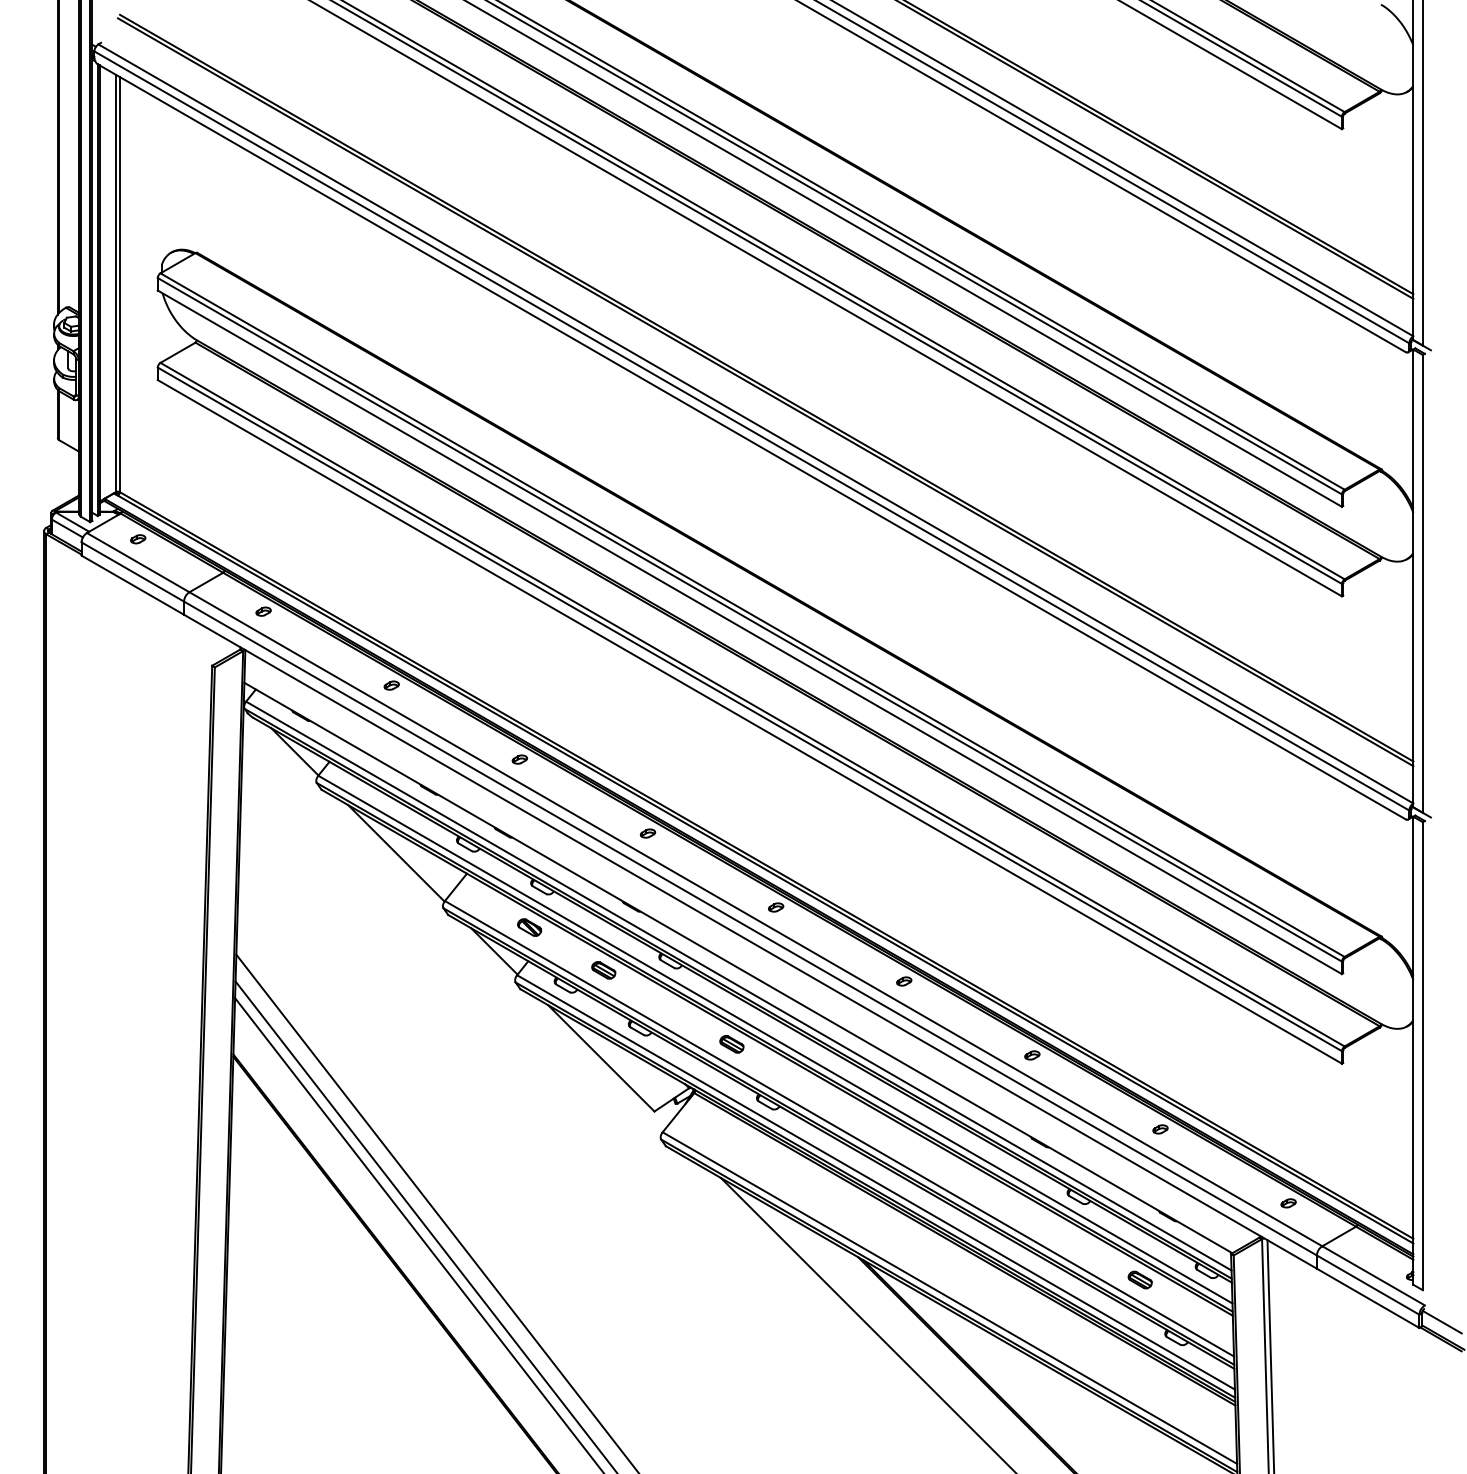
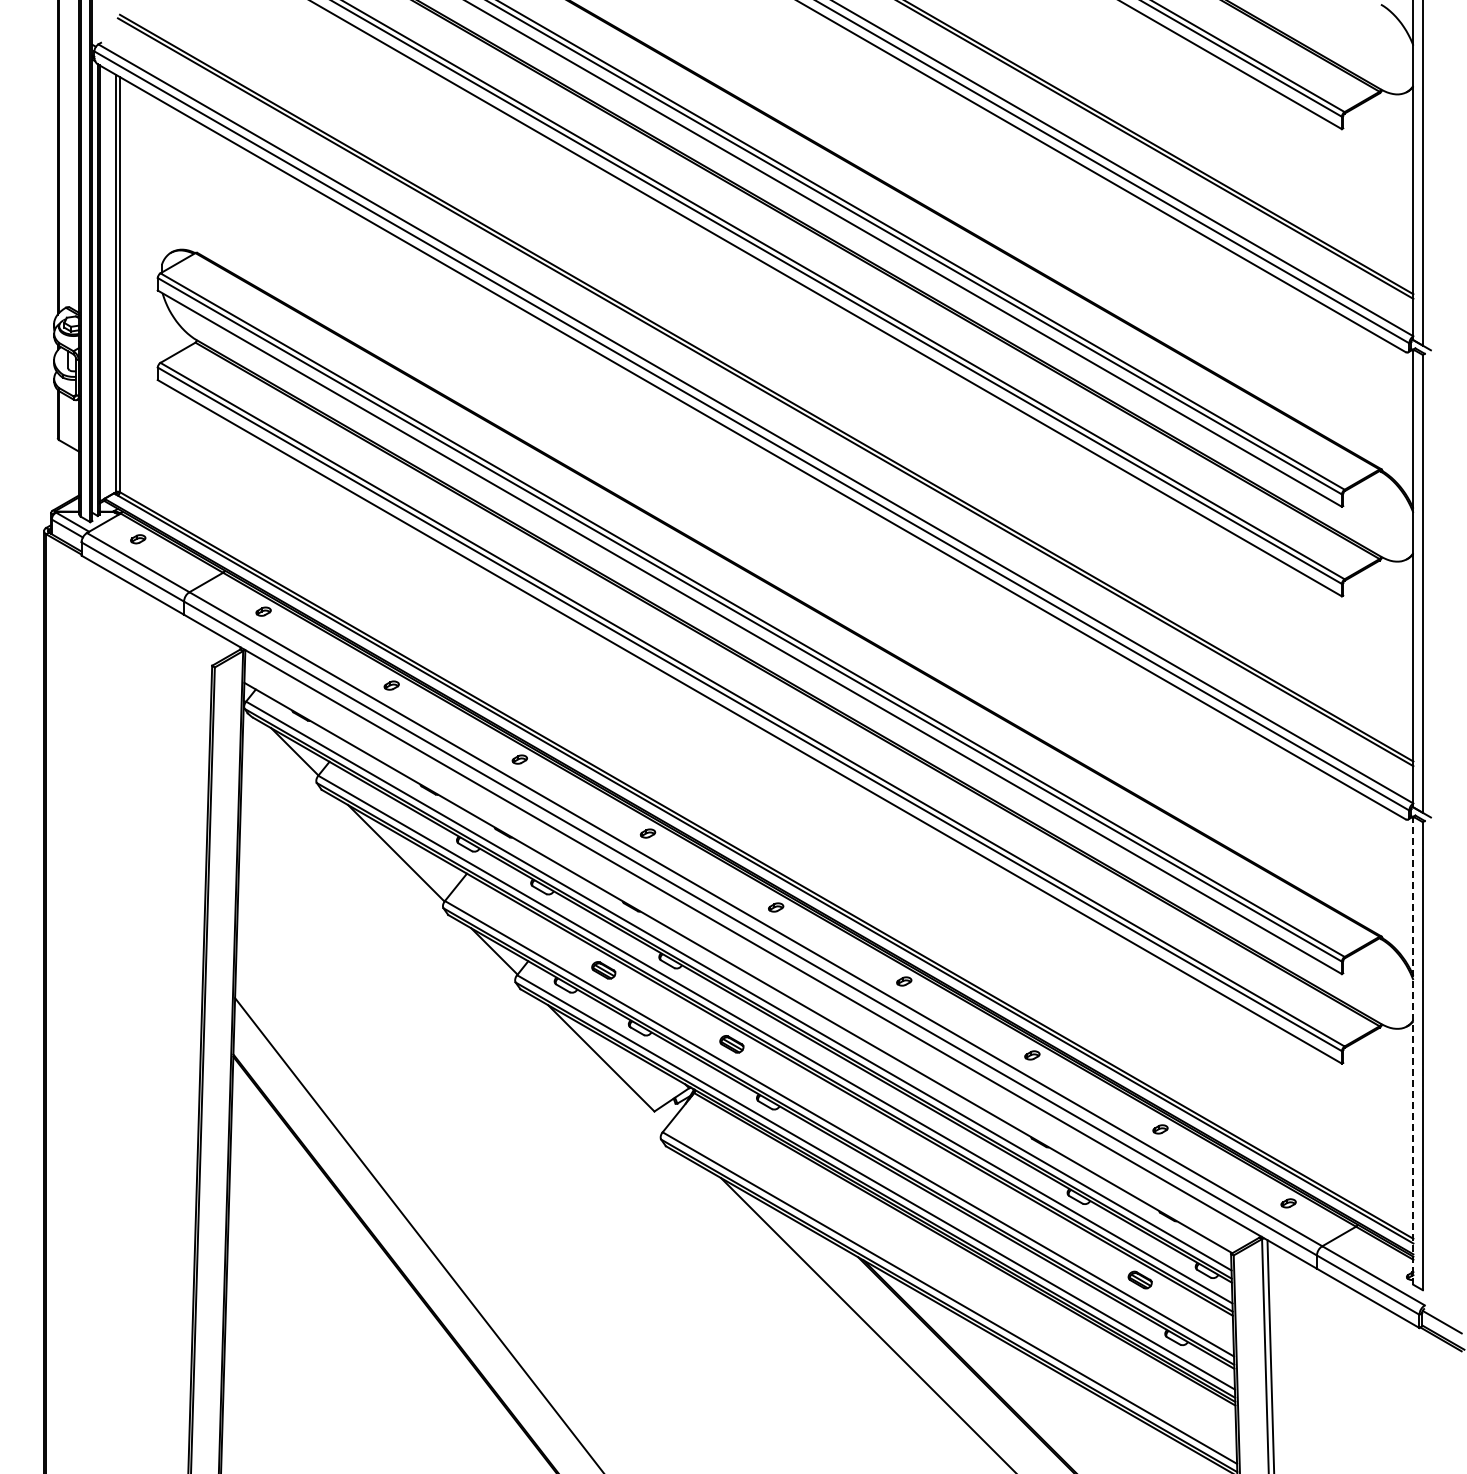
part at (529, 927): present -> none
line at (1413, 1050): solid -> dashed
line at (436, 1212): present -> none
line at (425, 1225): present -> none
